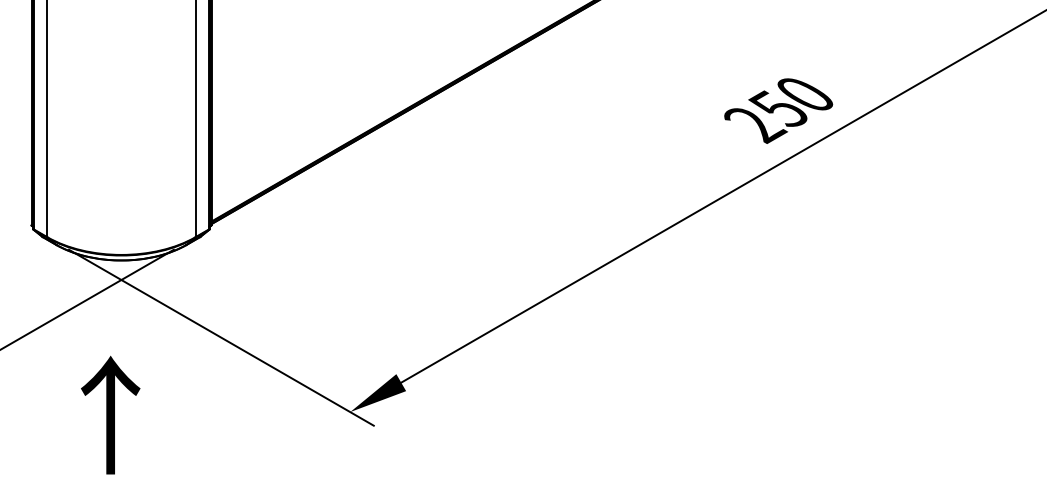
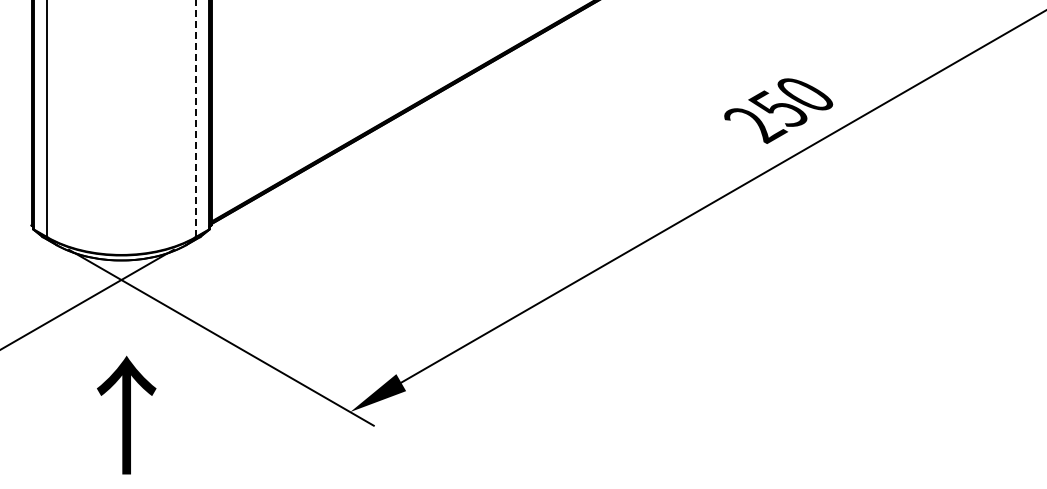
line at (195, 118): solid -> dashed
text at (110, 414) position: (110, 414) -> (126, 414)
